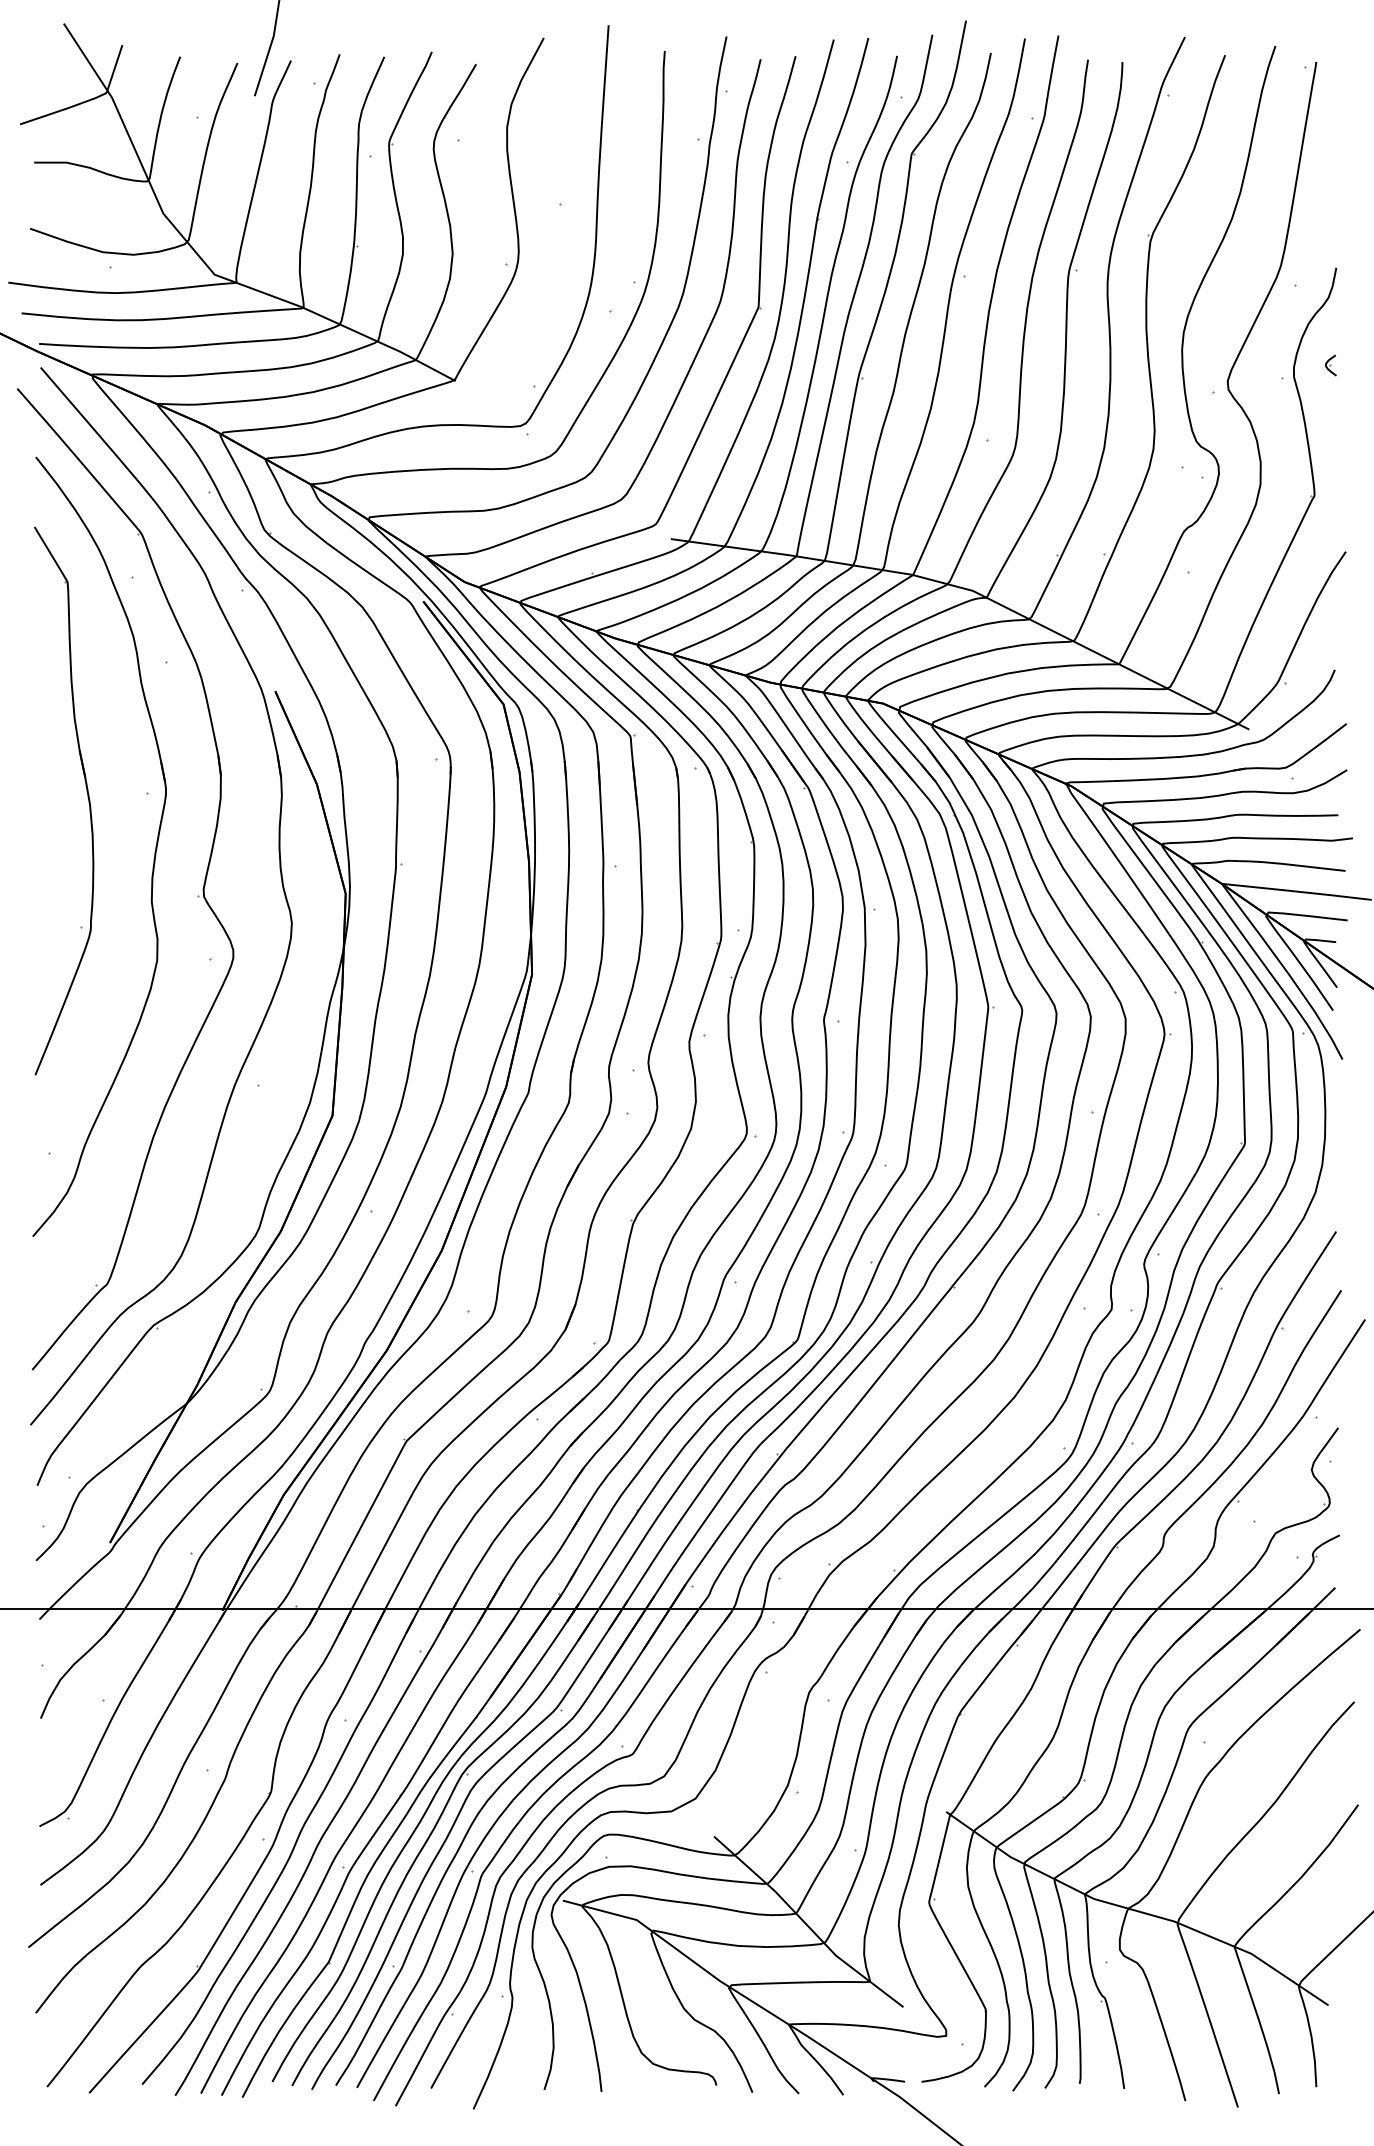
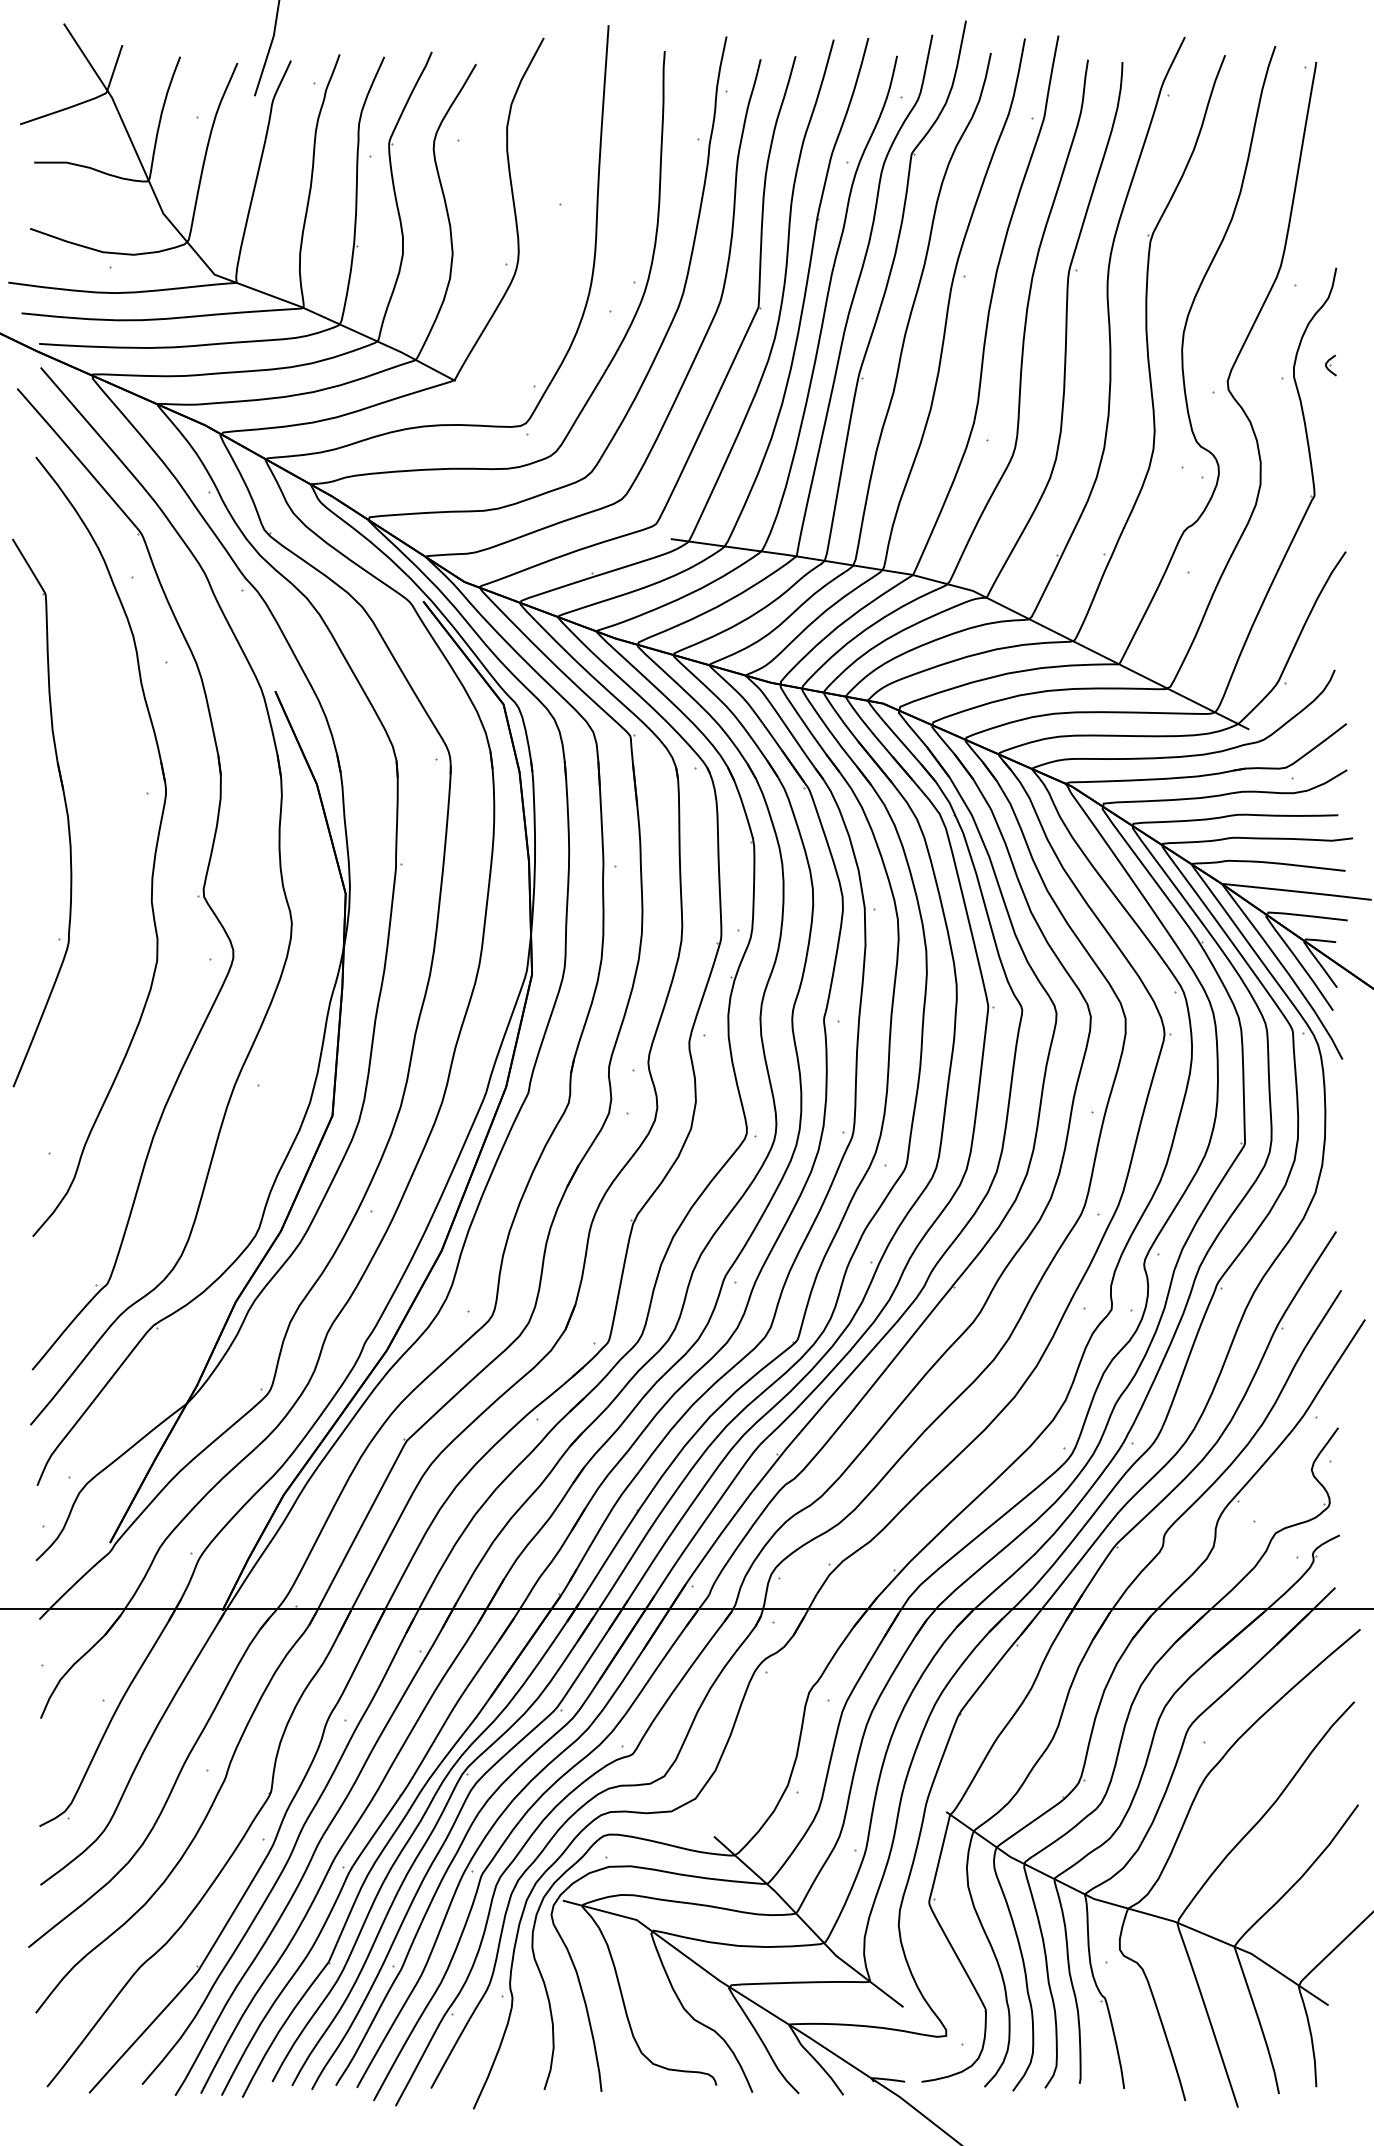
part at (87, 797) position: (87, 797) -> (65, 809)
